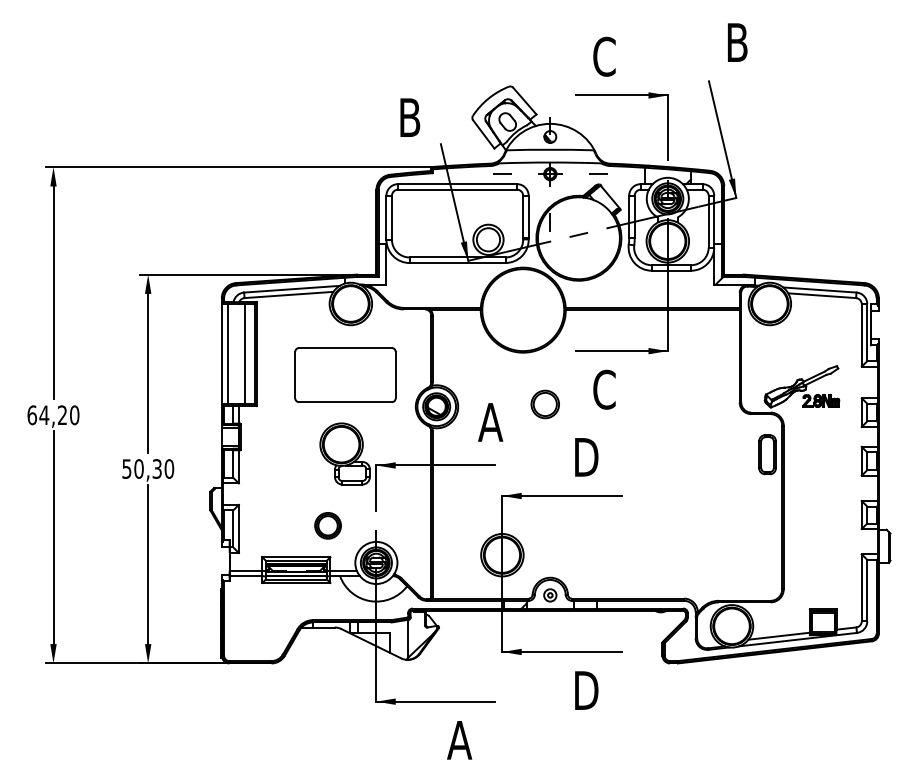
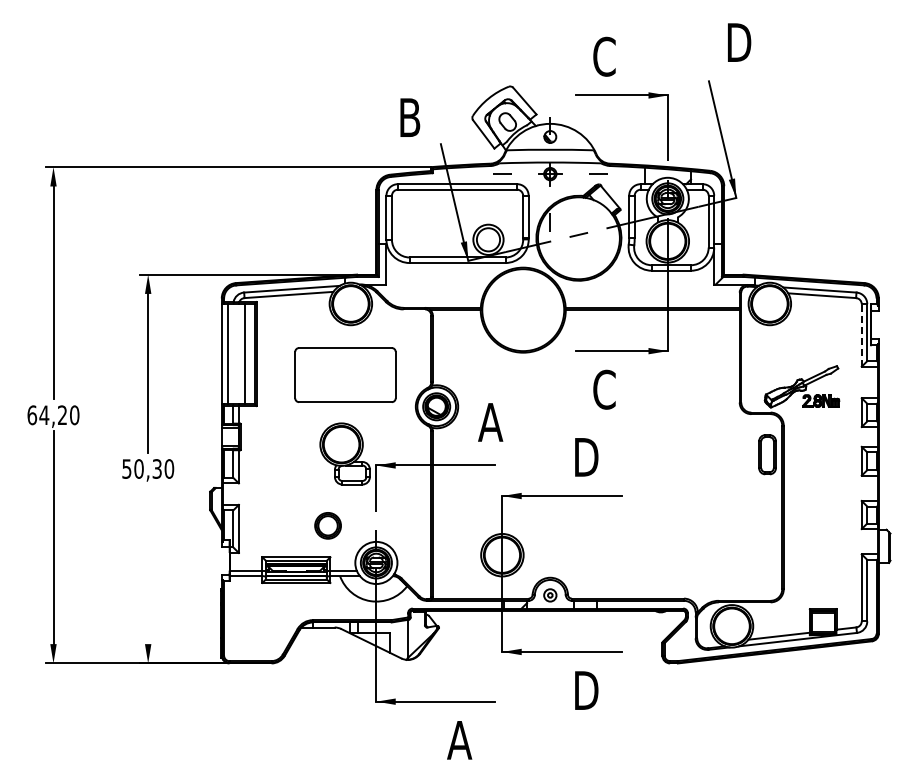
text at (741, 42): B -> D
line at (861, 334): solid -> dashed
part at (544, 404): present -> none
line at (148, 564): present -> none
